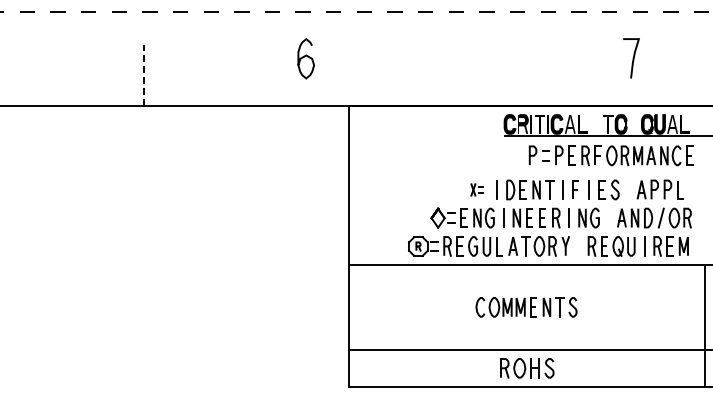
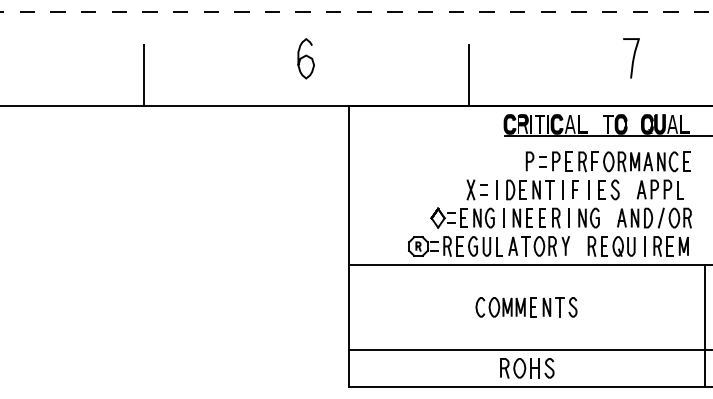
line at (143, 74): dashed -> solid
line at (468, 74): none -> present
part at (610, 155) position: (610, 155) -> (607, 161)
part at (476, 189) size: 14x14 px -> 22x22 px
